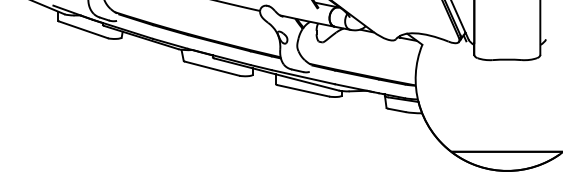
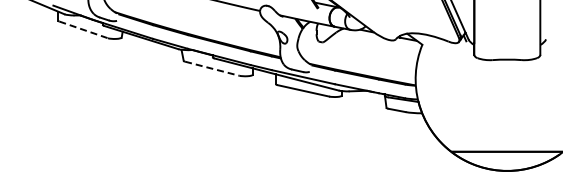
line at (83, 29): solid -> dashed
line at (212, 68): solid -> dashed
